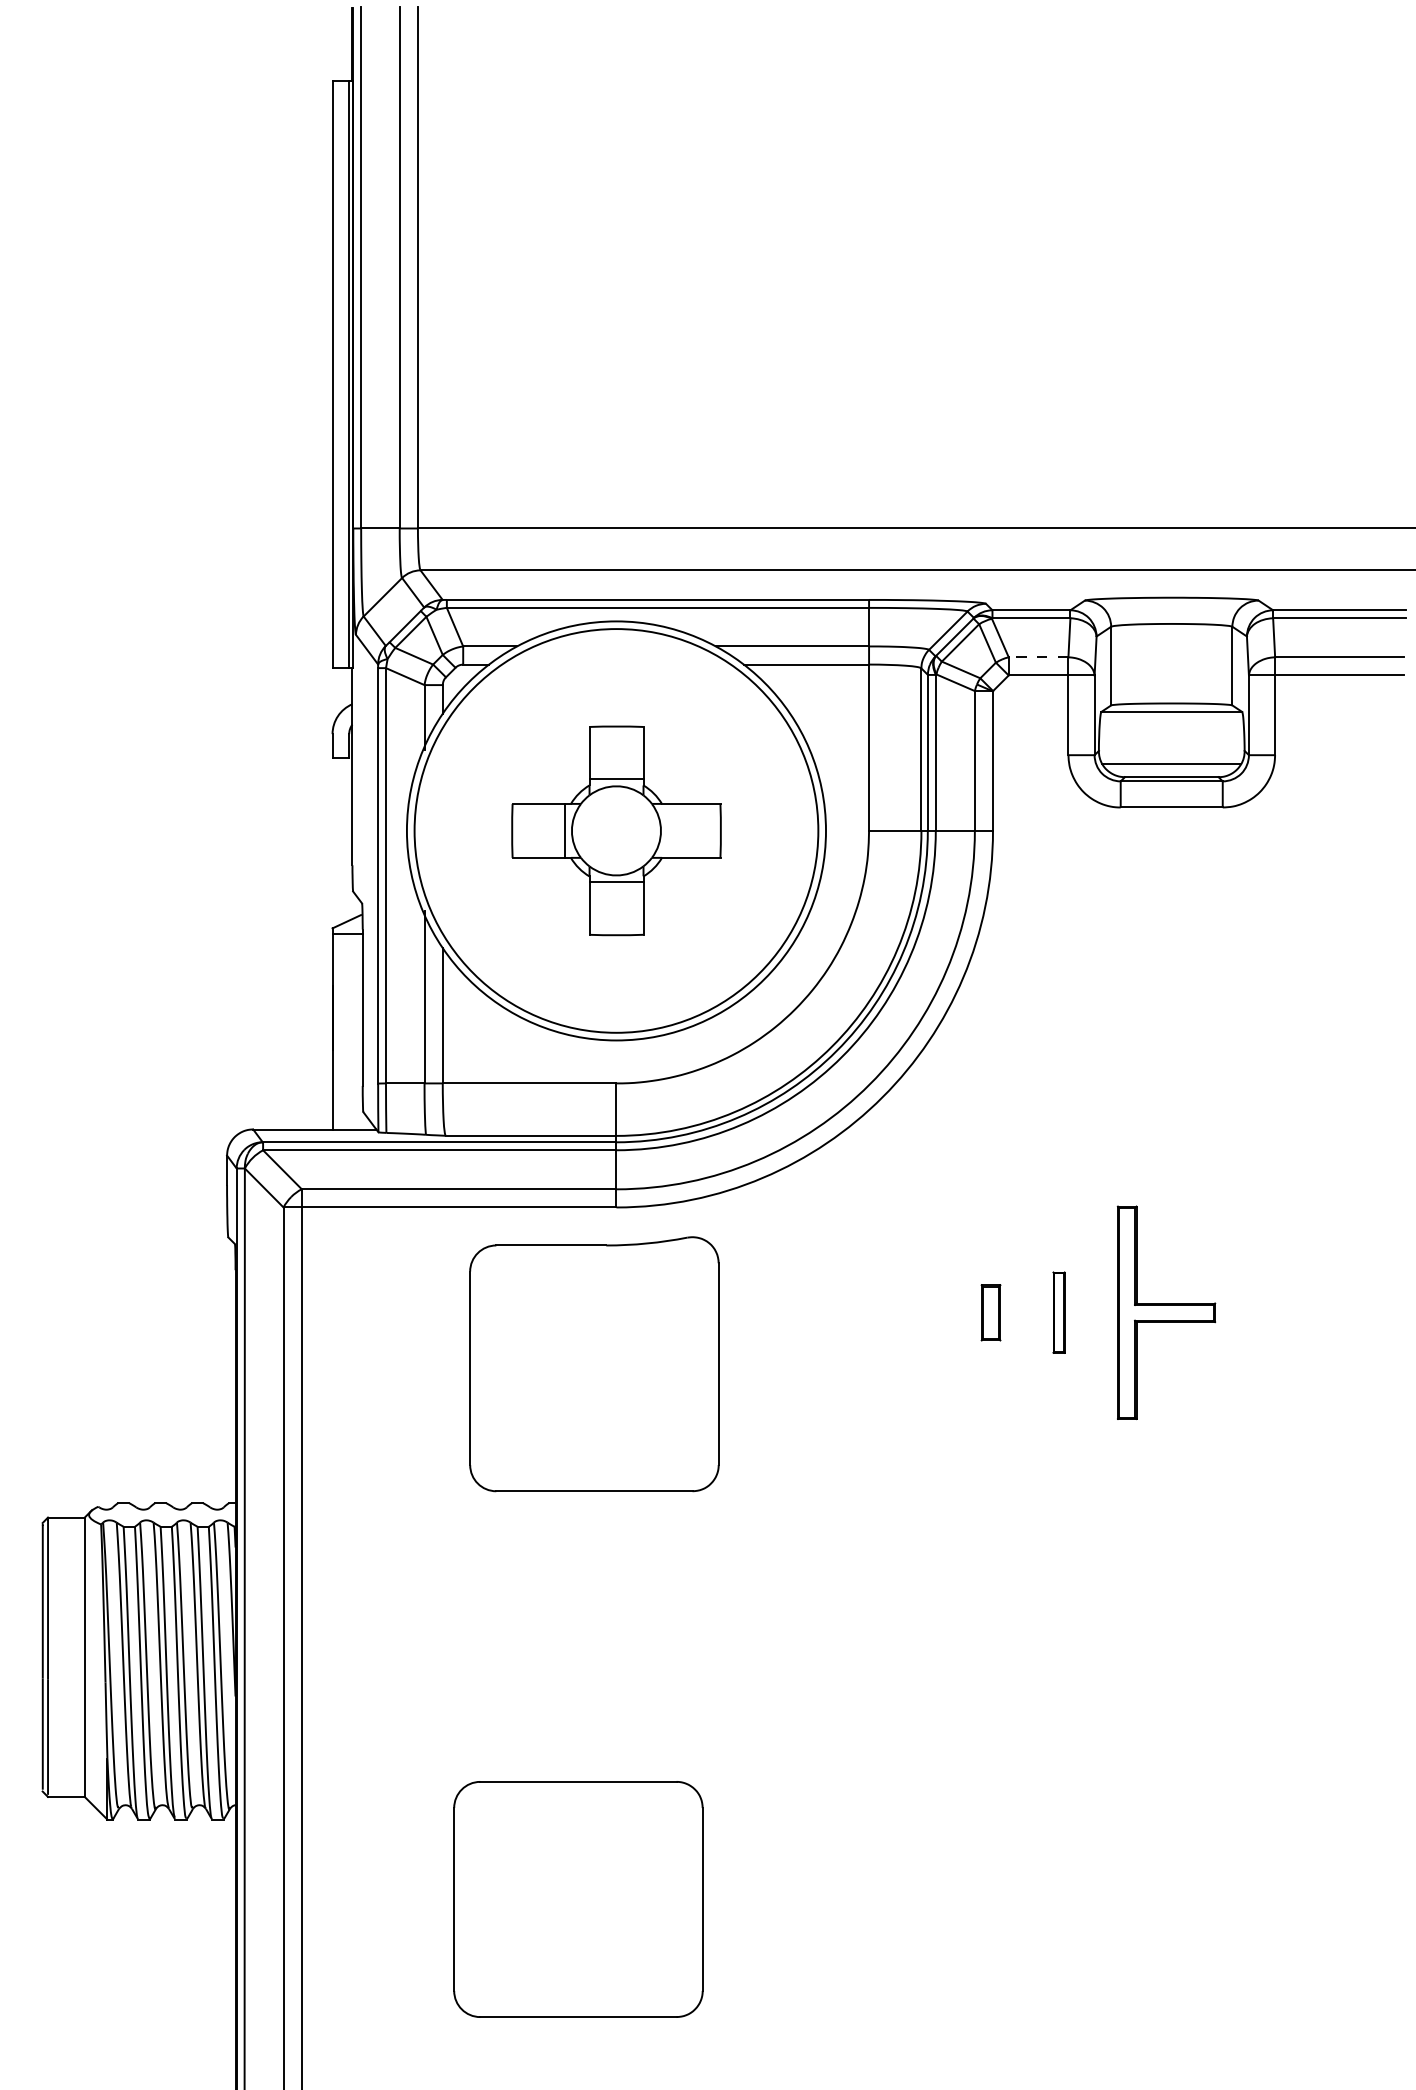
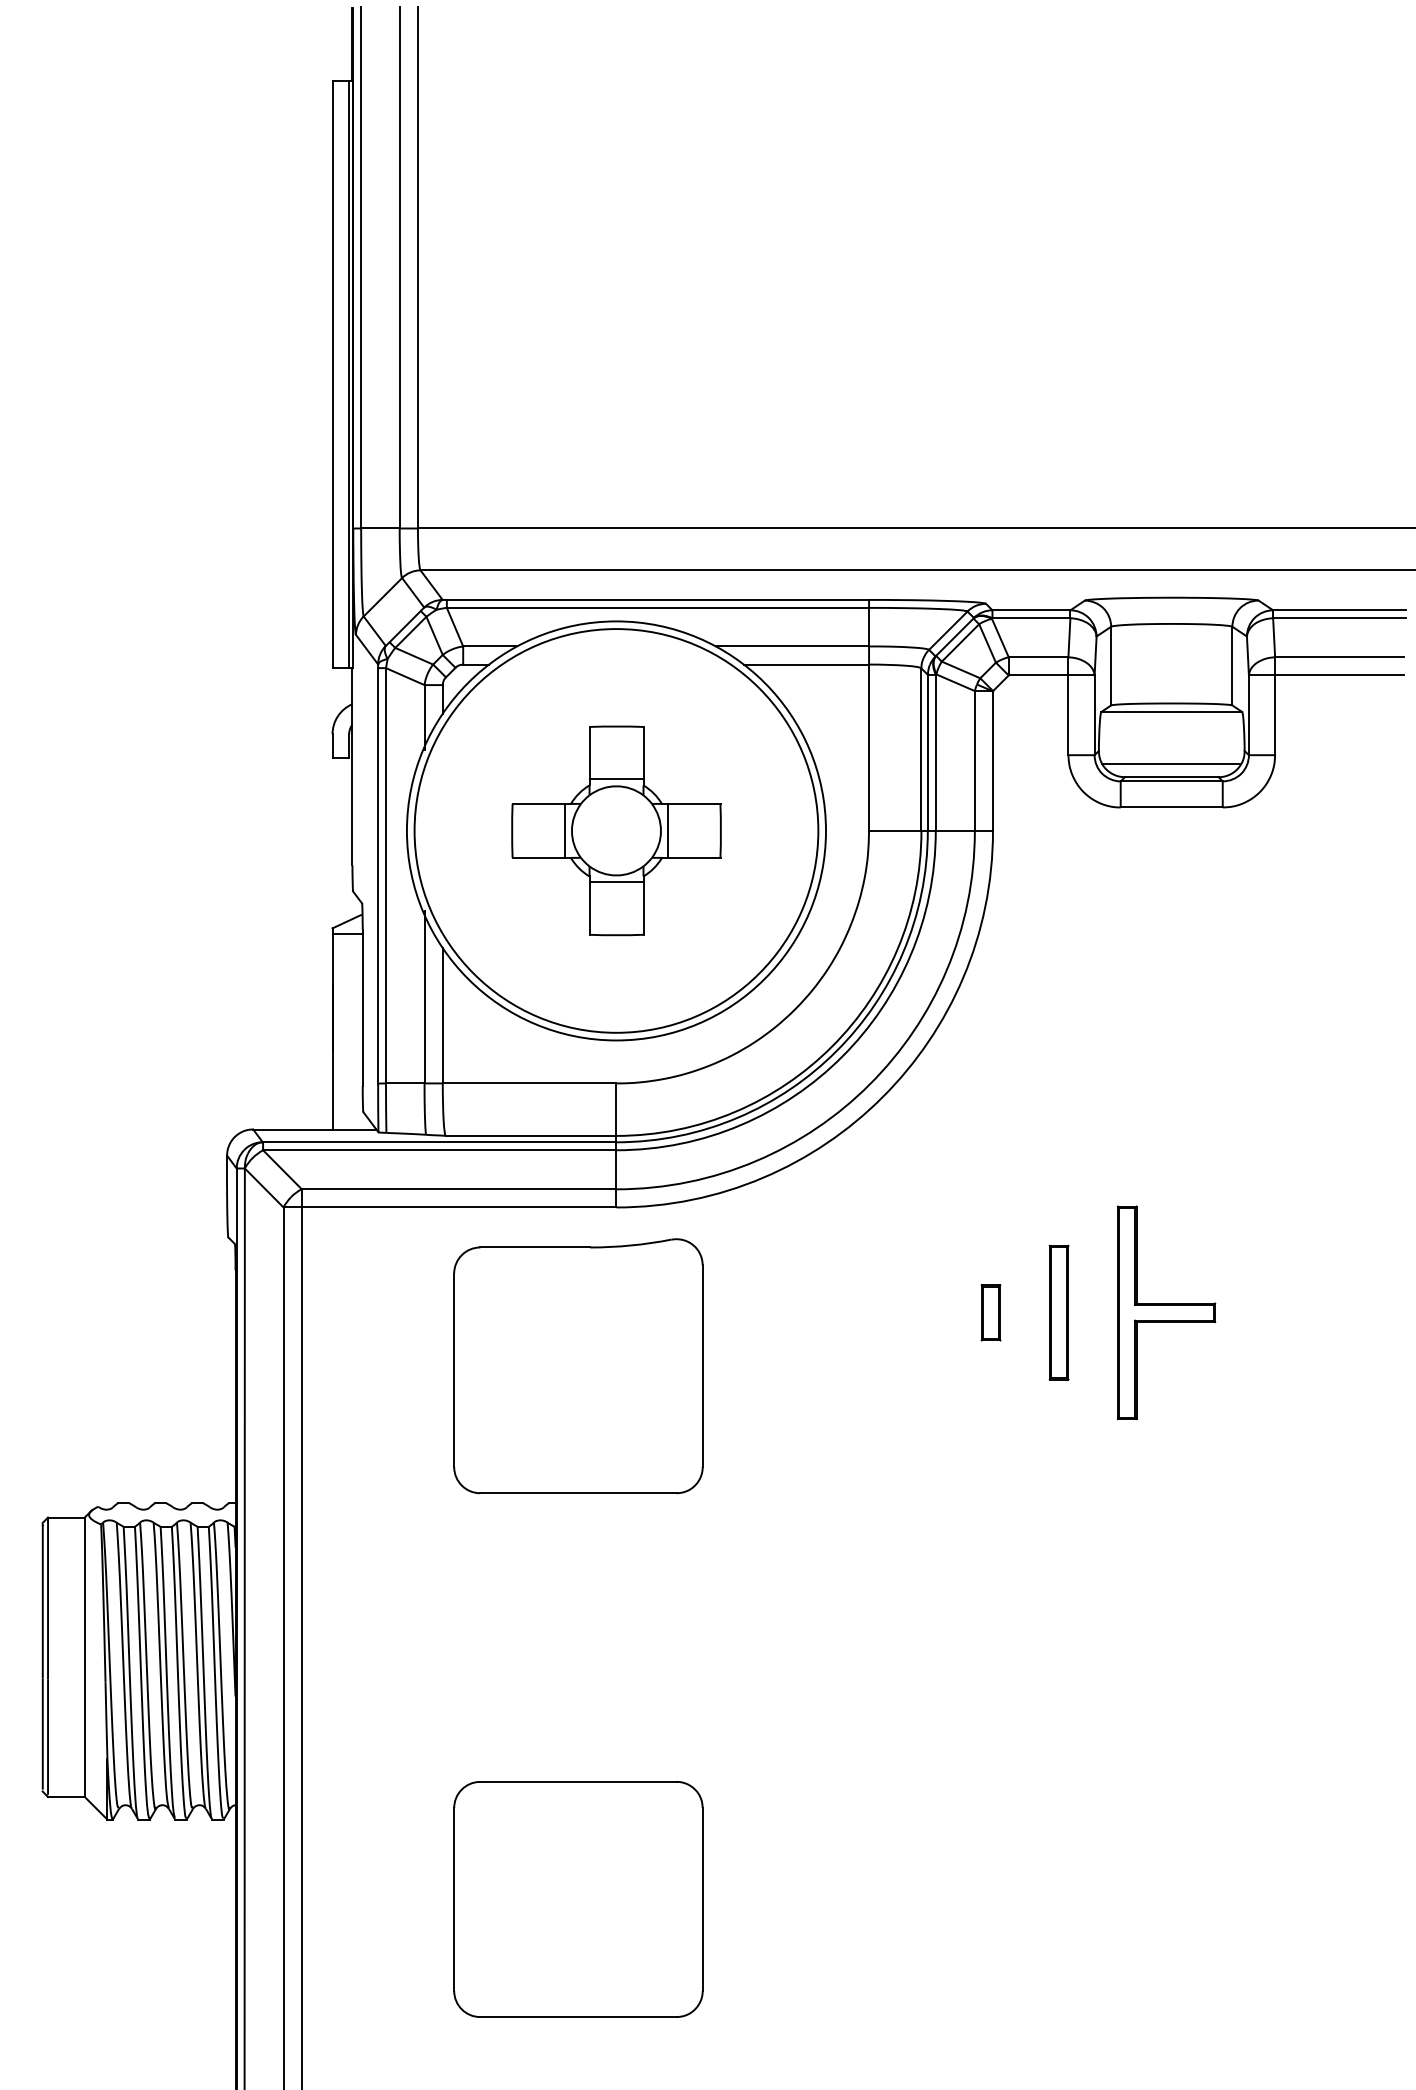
line at (1038, 657): dashed -> solid
line at (668, 830): none -> present
part at (1058, 1312) size: 14x83 px -> 22x137 px
part at (594, 1364) position: (594, 1364) -> (578, 1366)
